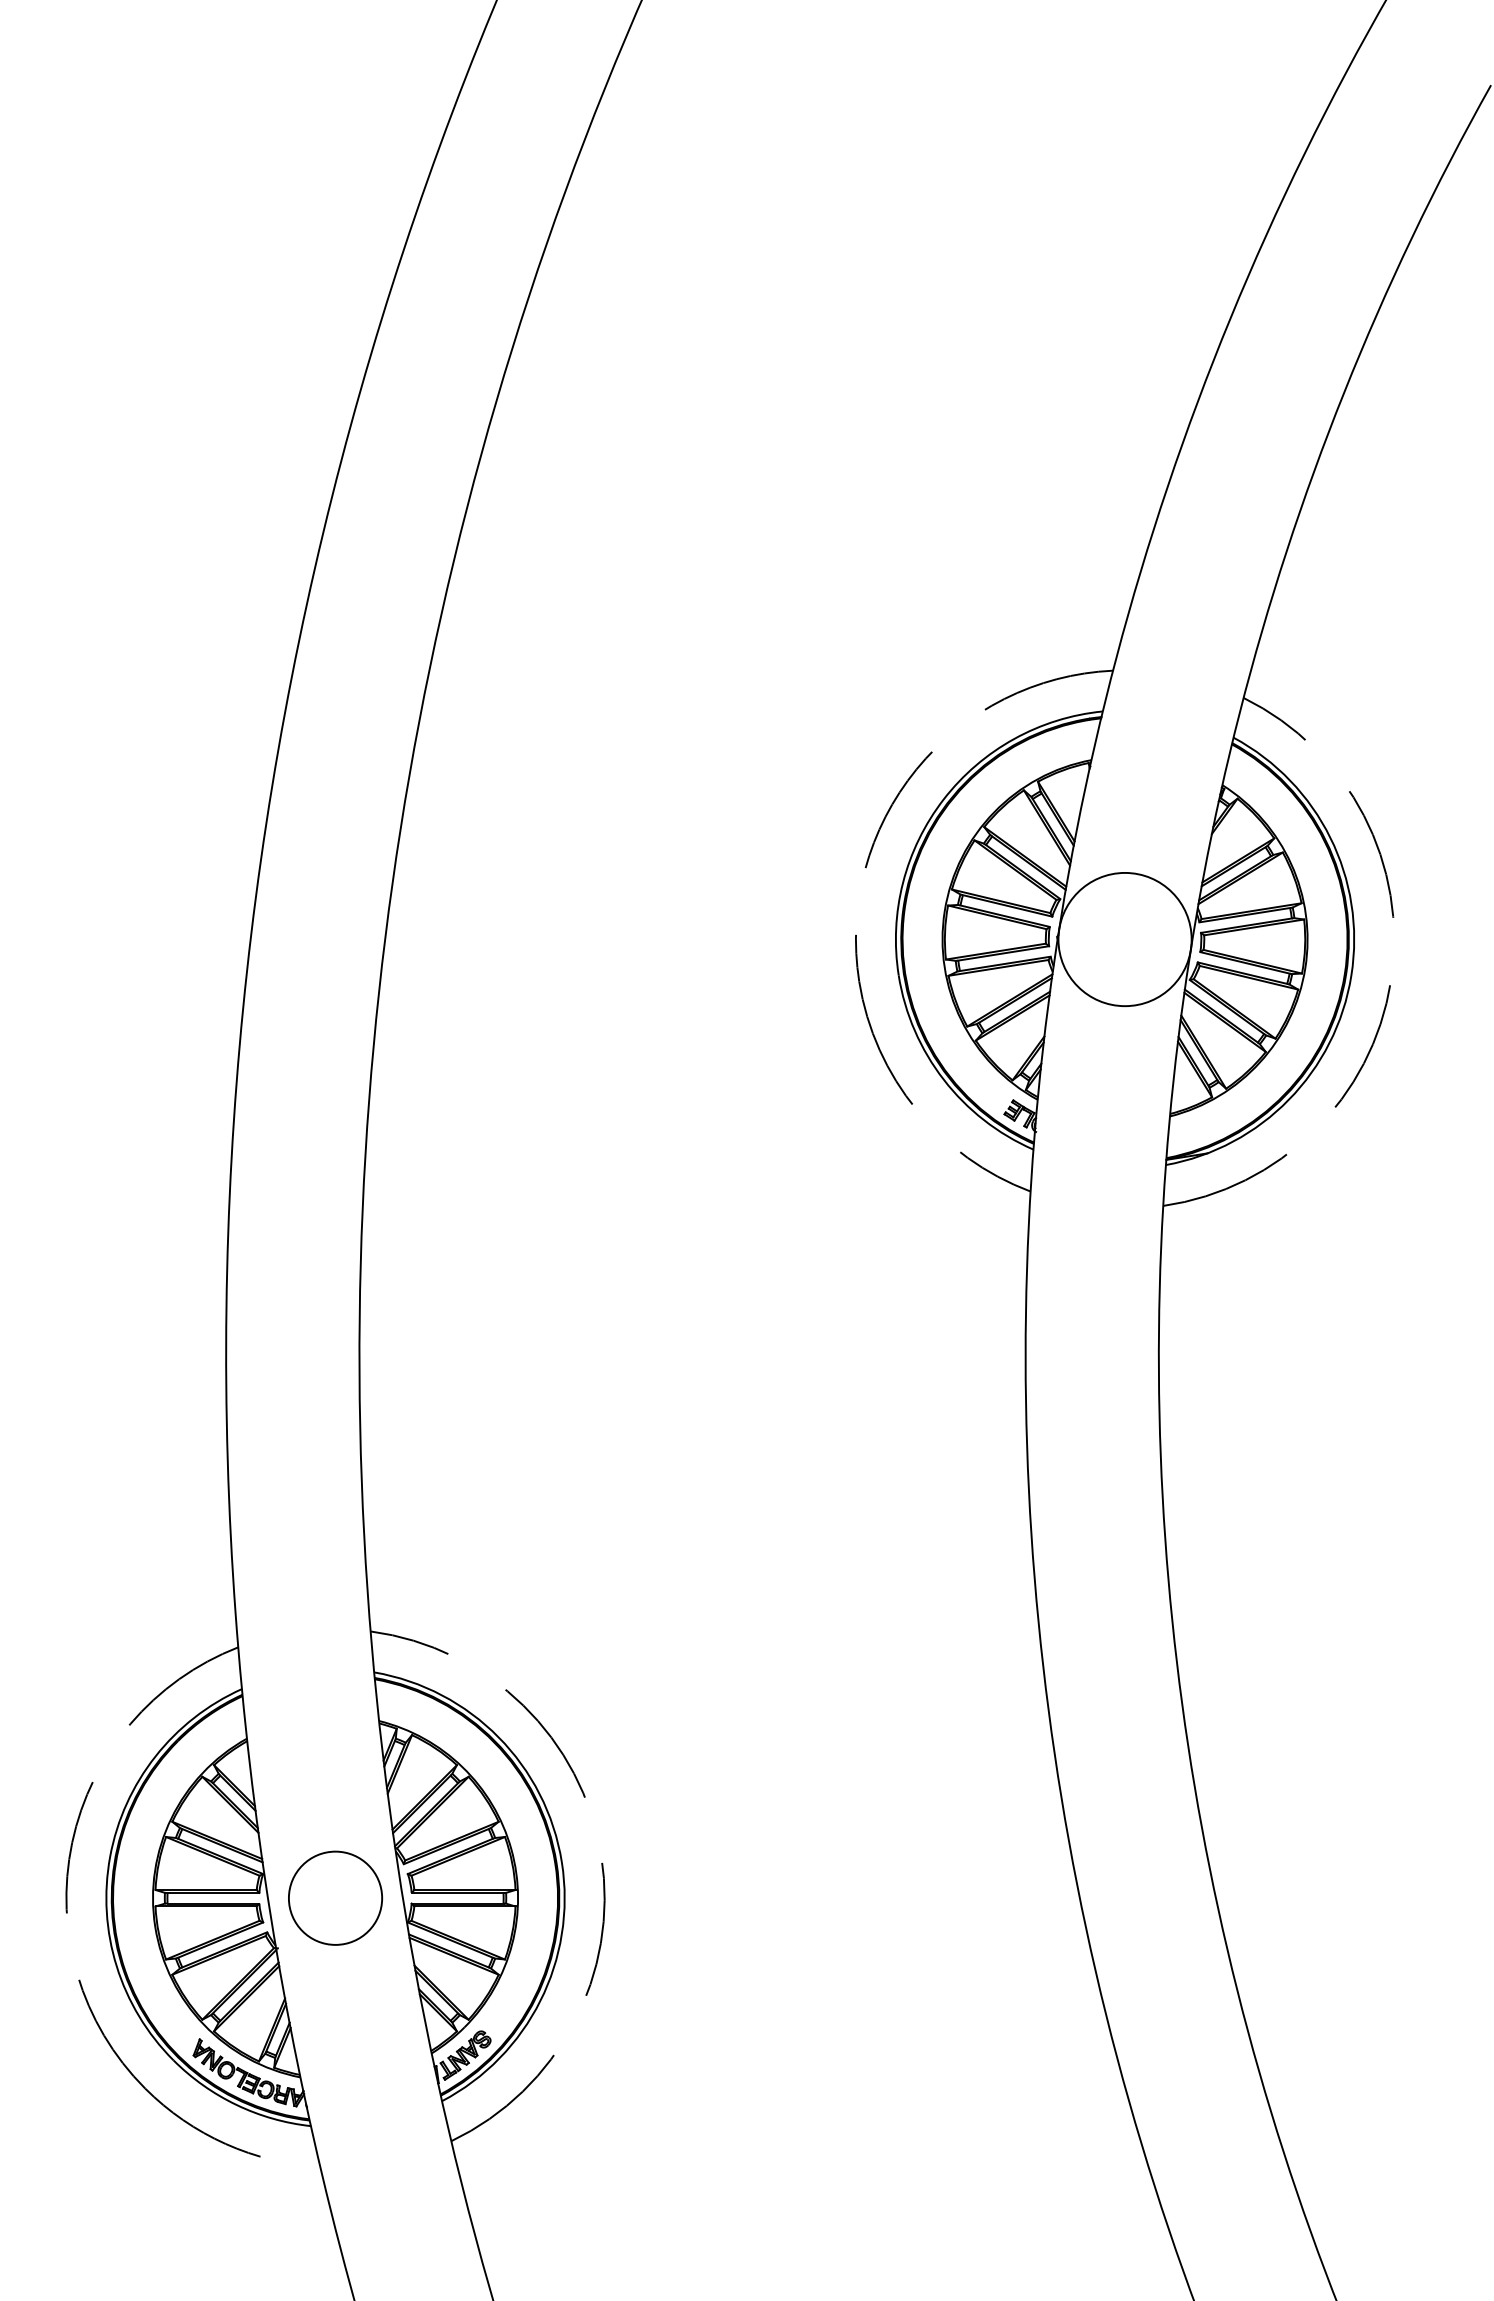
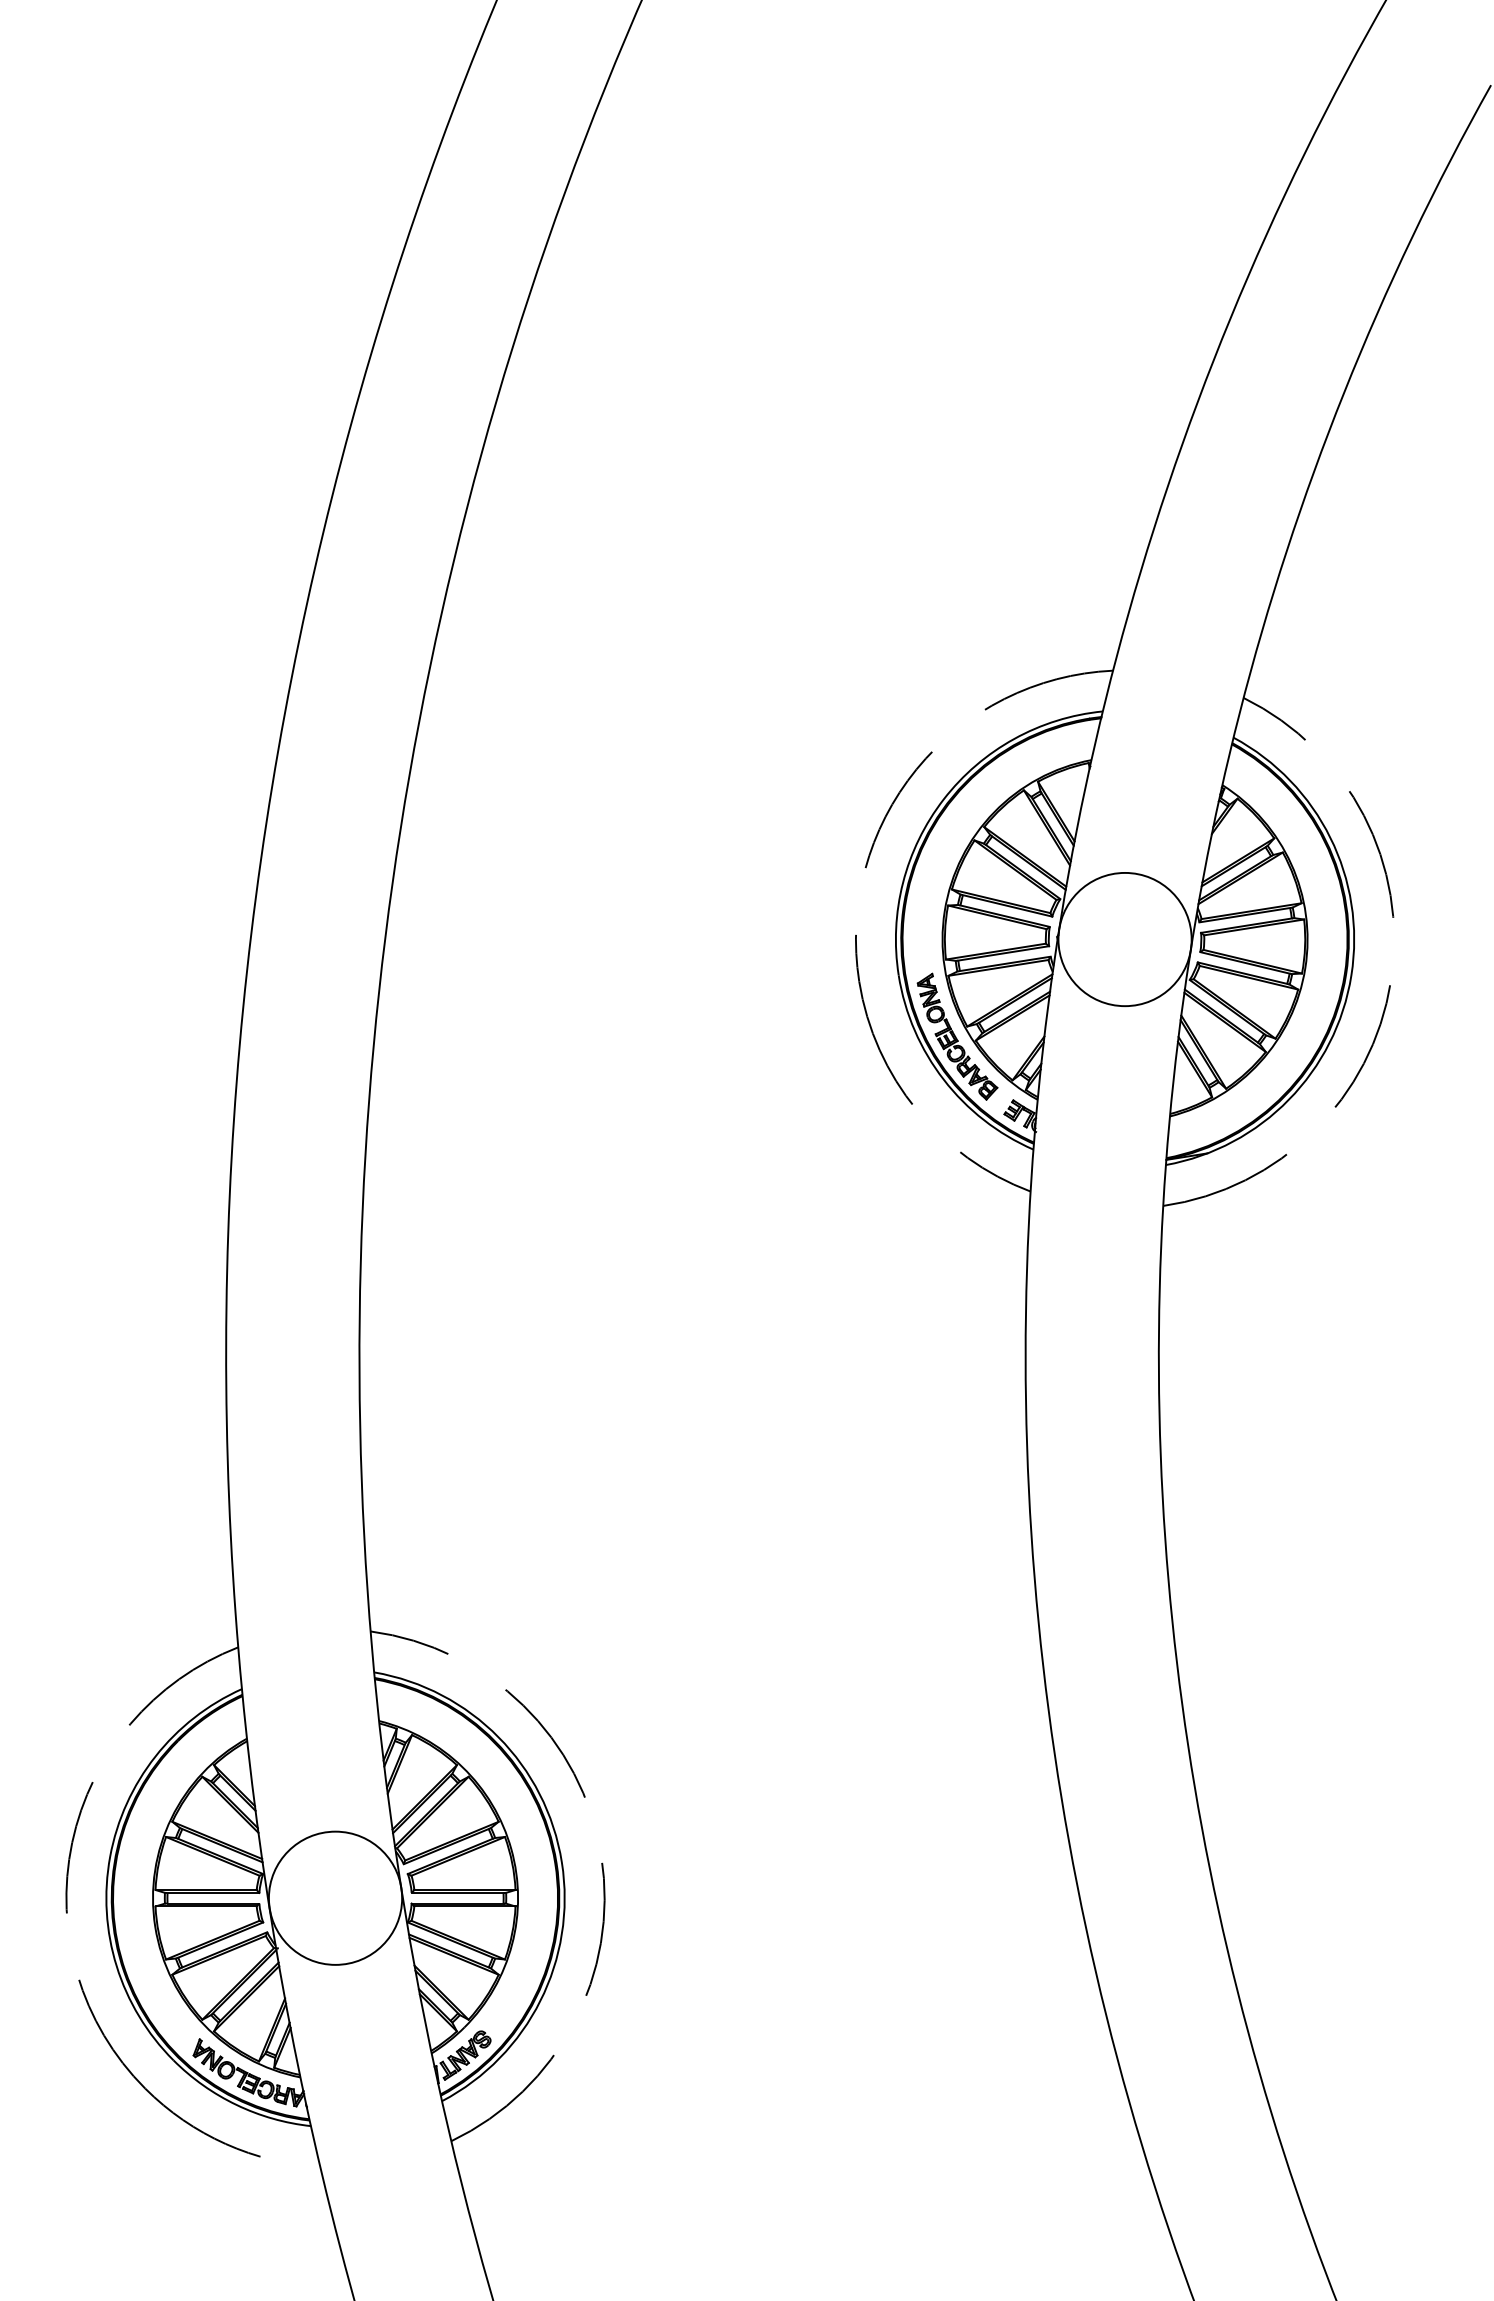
part at (957, 1036): none -> present
circle at (335, 1897) diameter: 93 px -> 133 px
